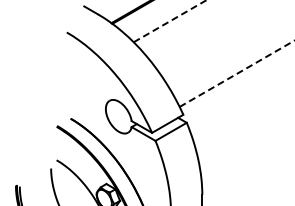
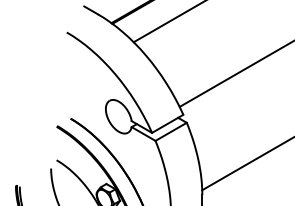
line at (170, 21): dashed -> solid
line at (237, 73): dashed -> solid
line at (246, 164): none -> present
